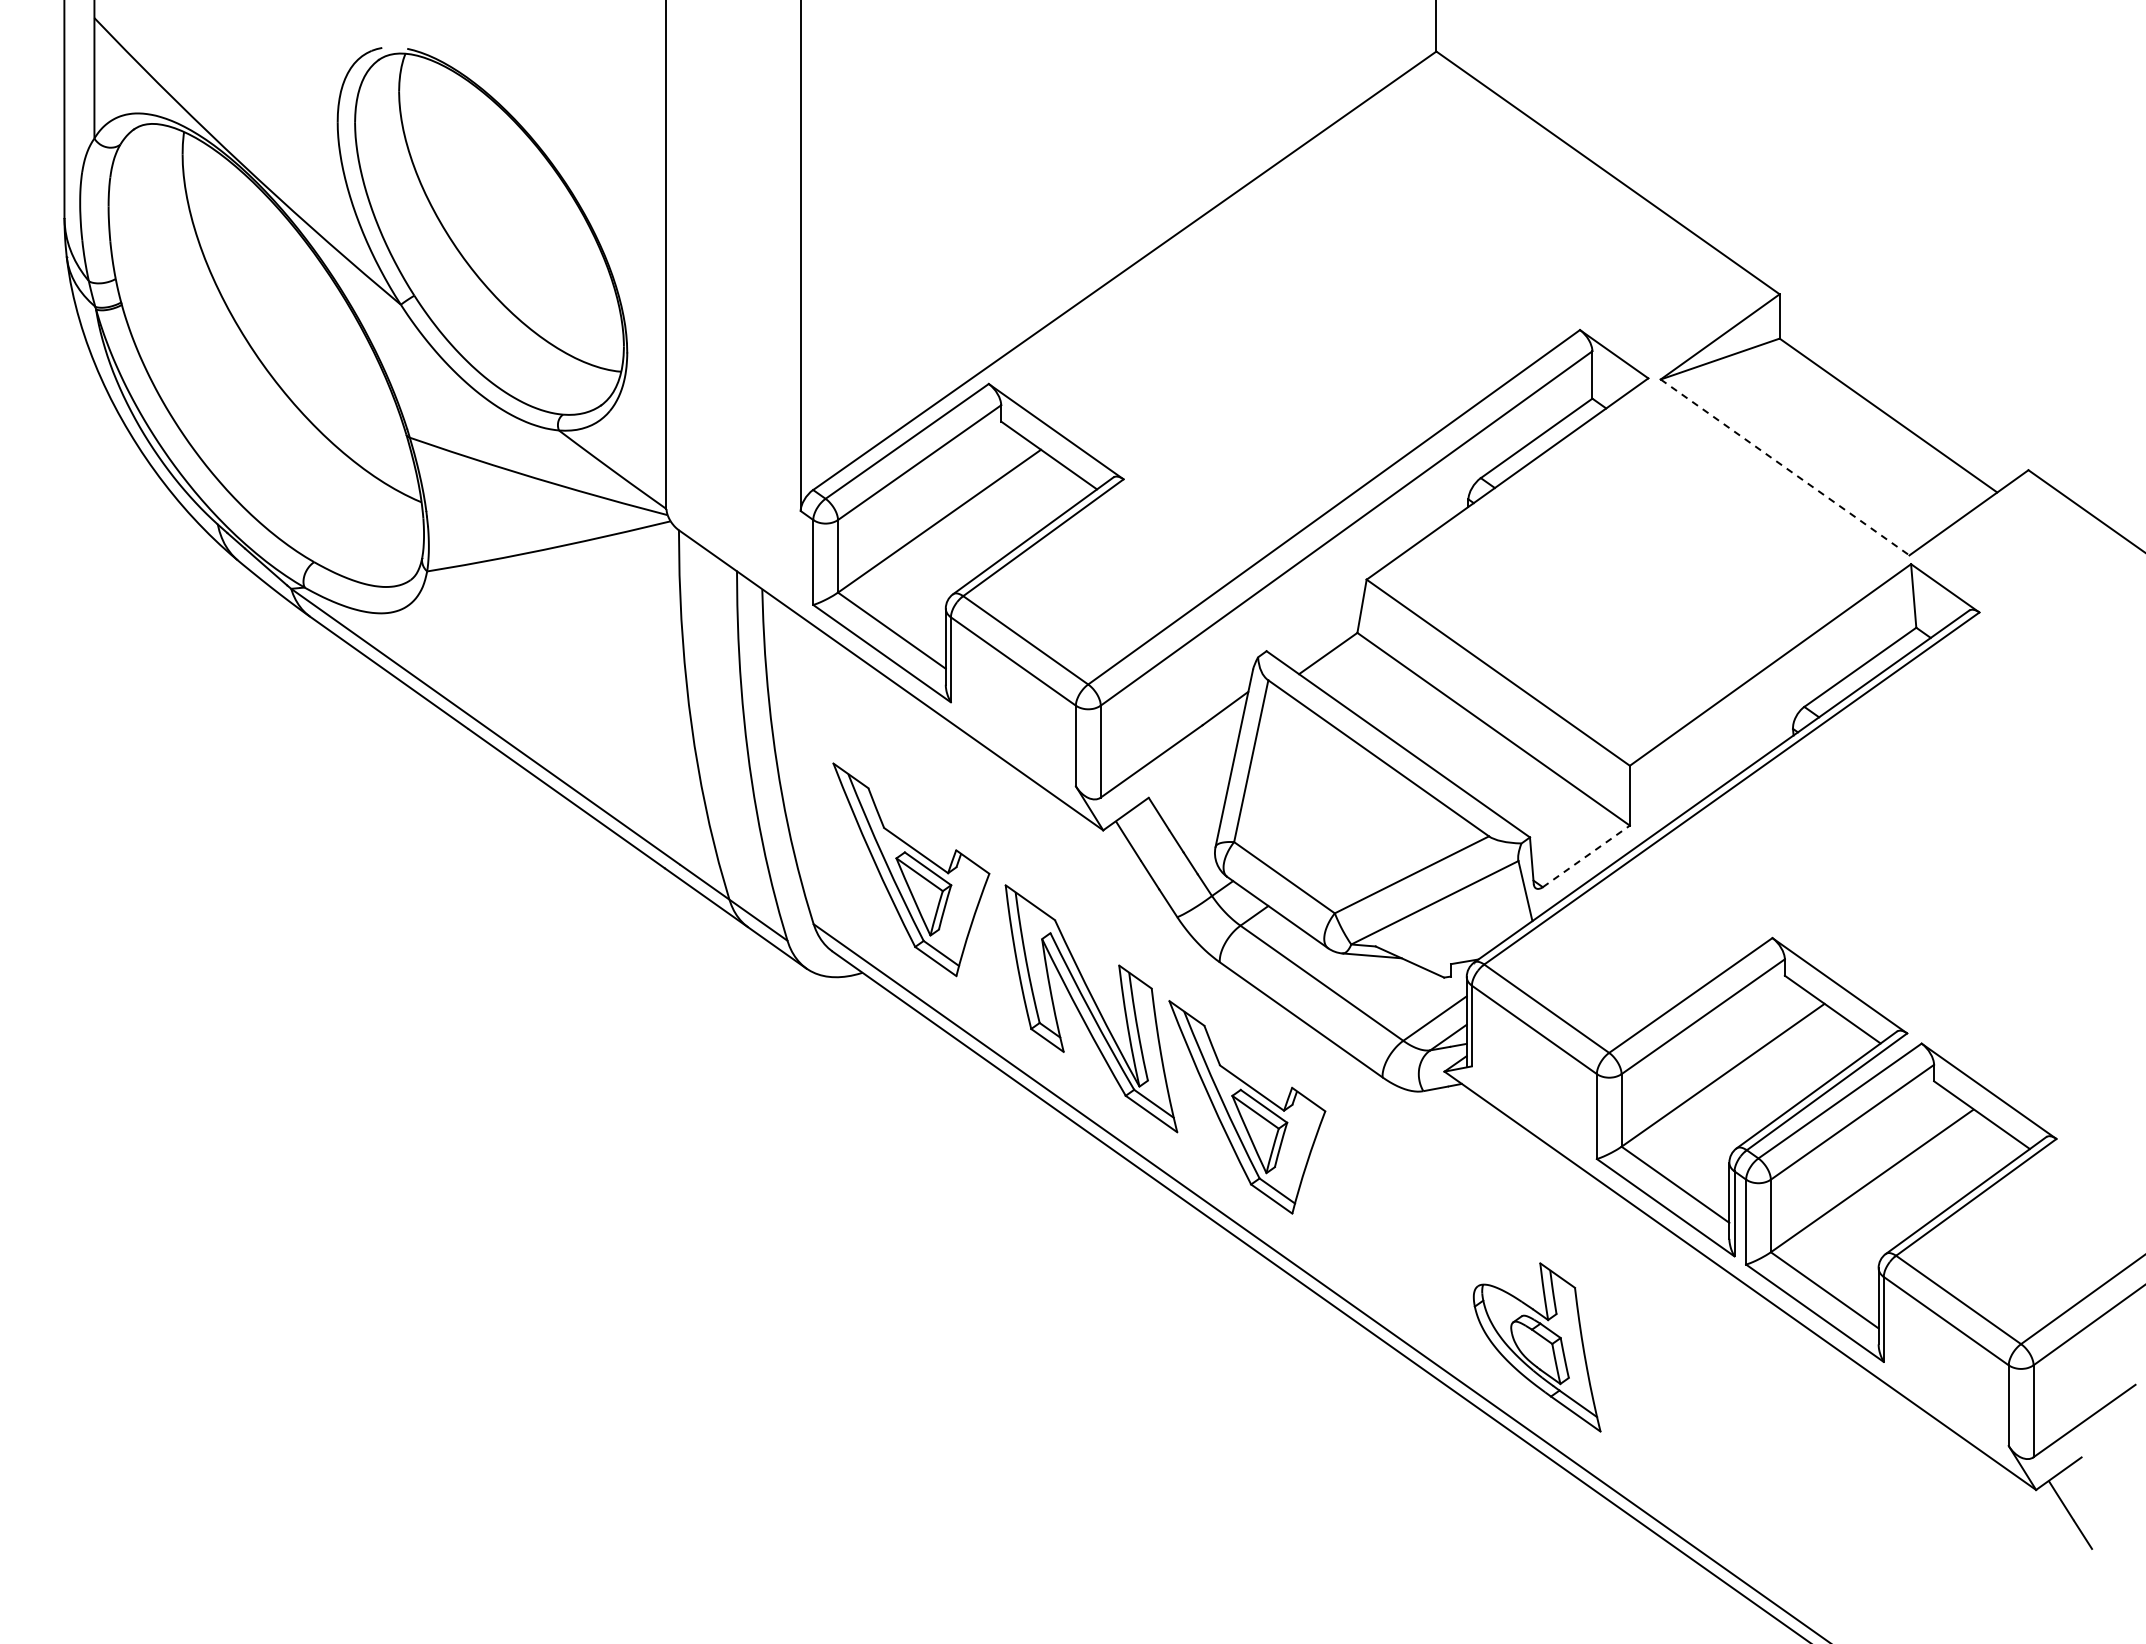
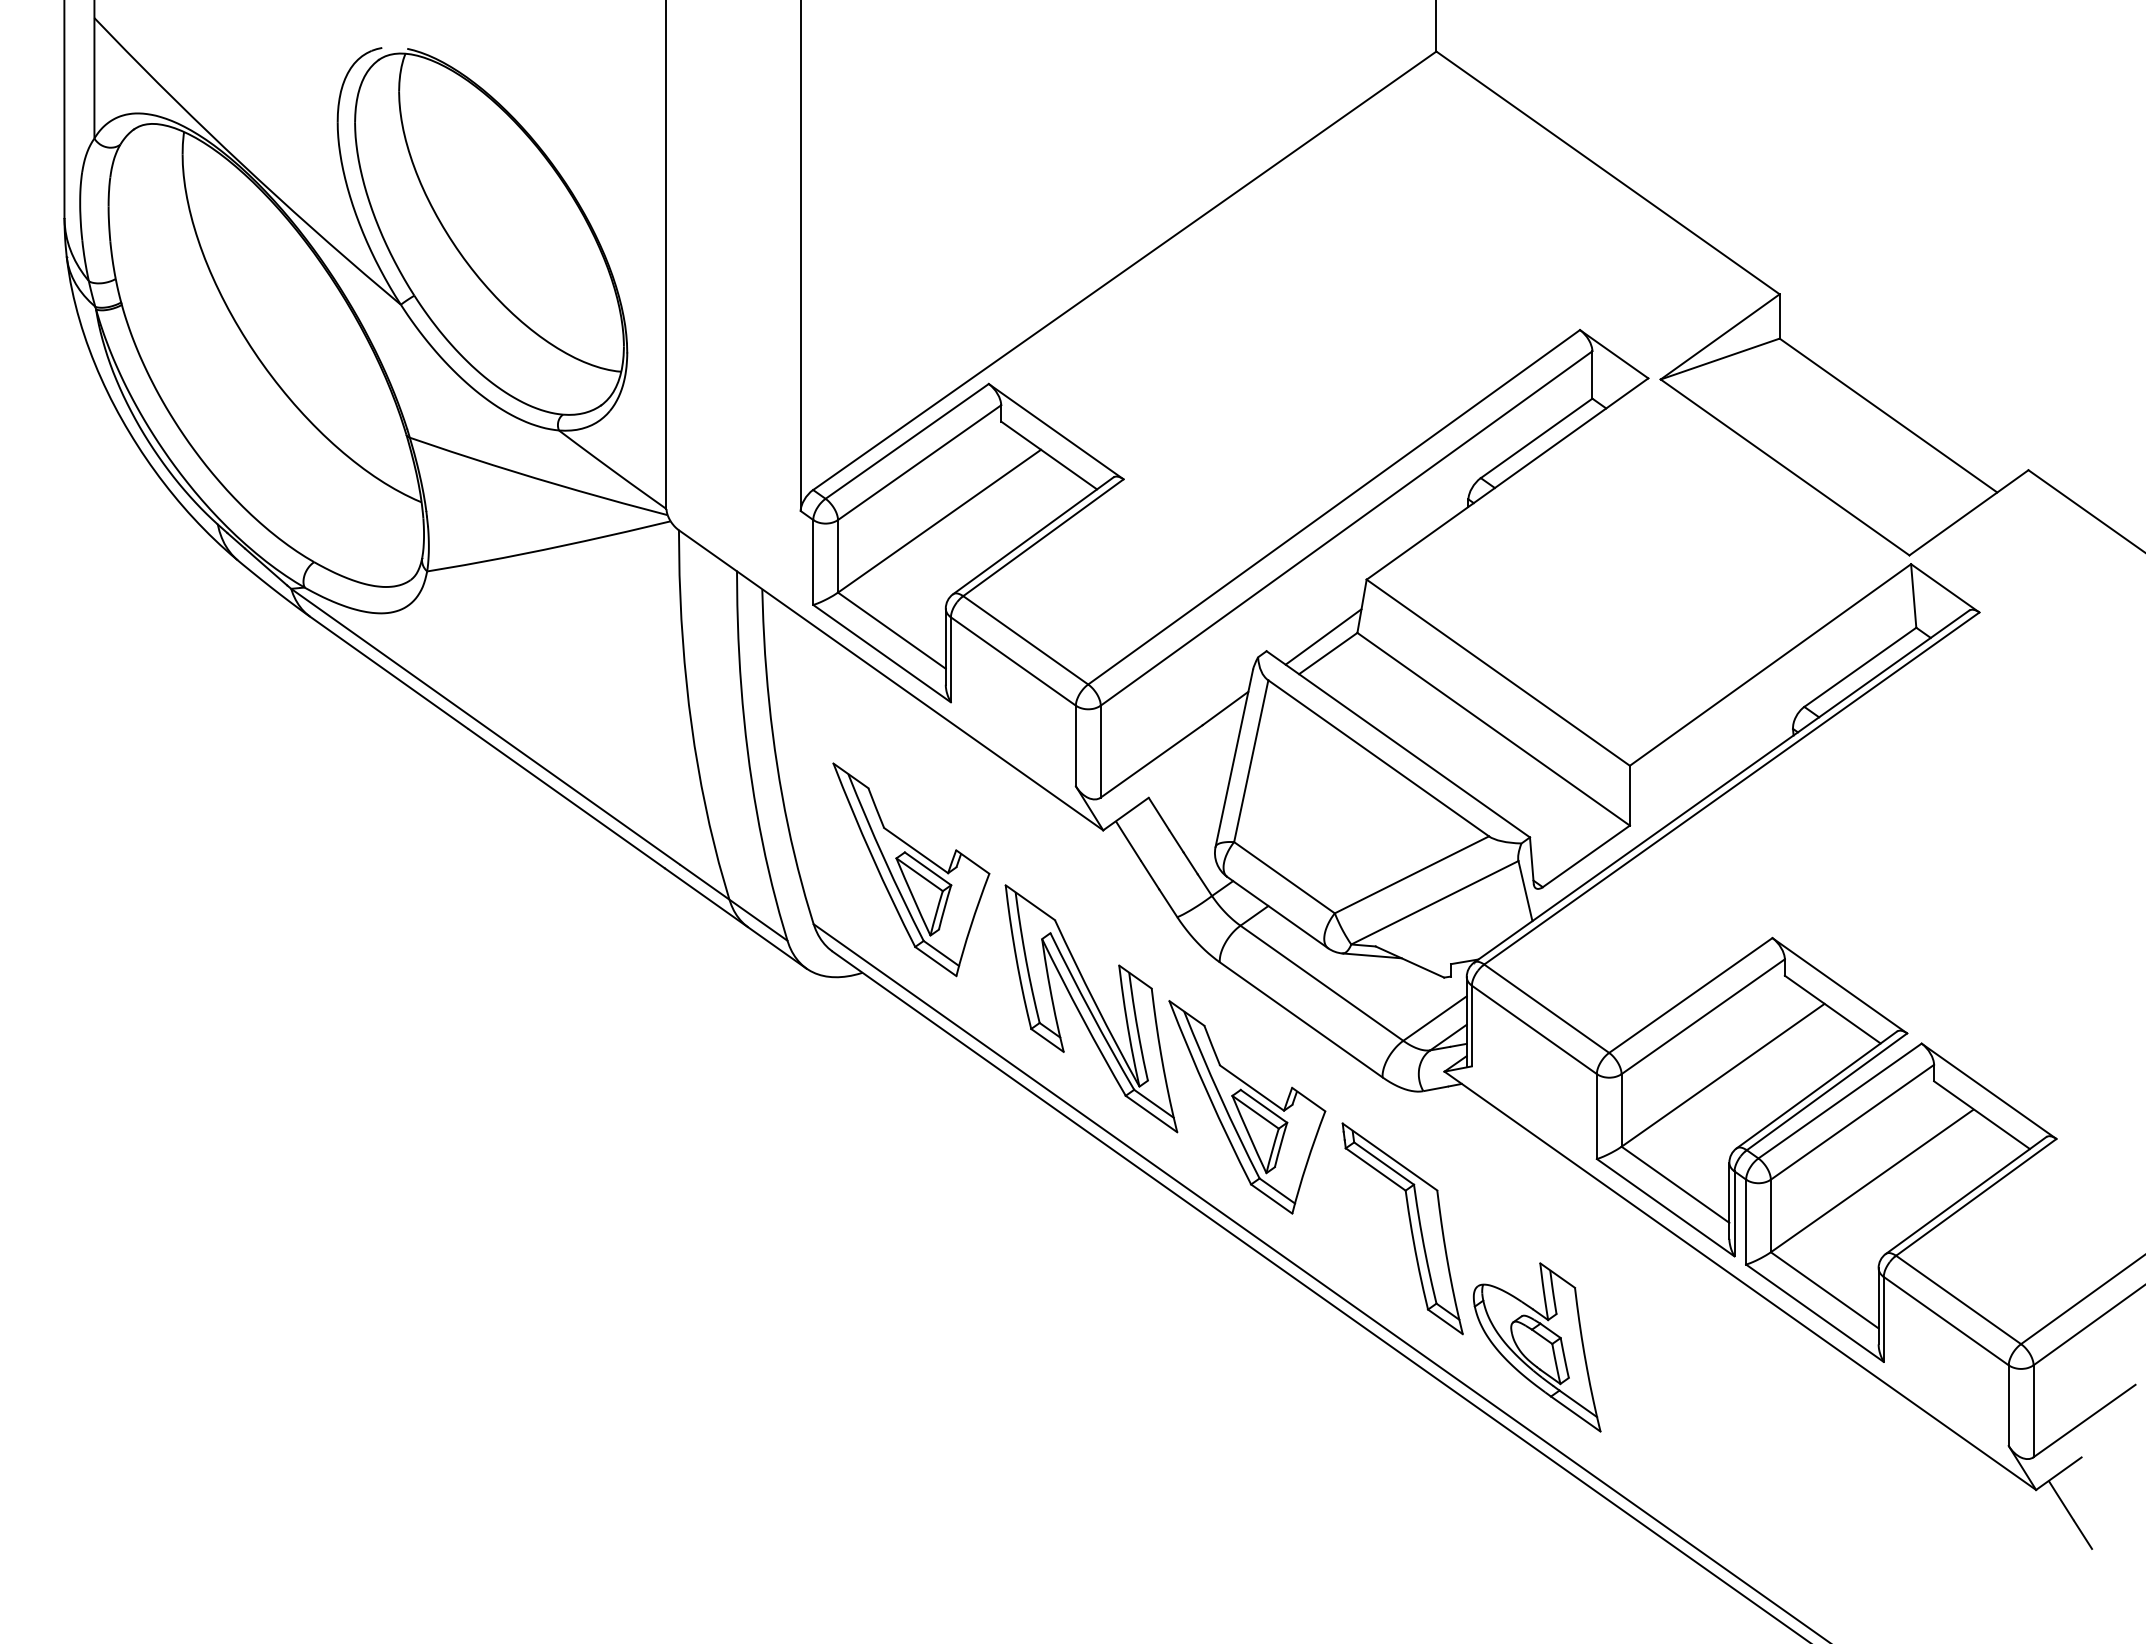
line at (1785, 467): dashed -> solid
line at (1323, 636): none -> present
line at (1586, 856): dashed -> solid
part at (1410, 1228): none -> present
